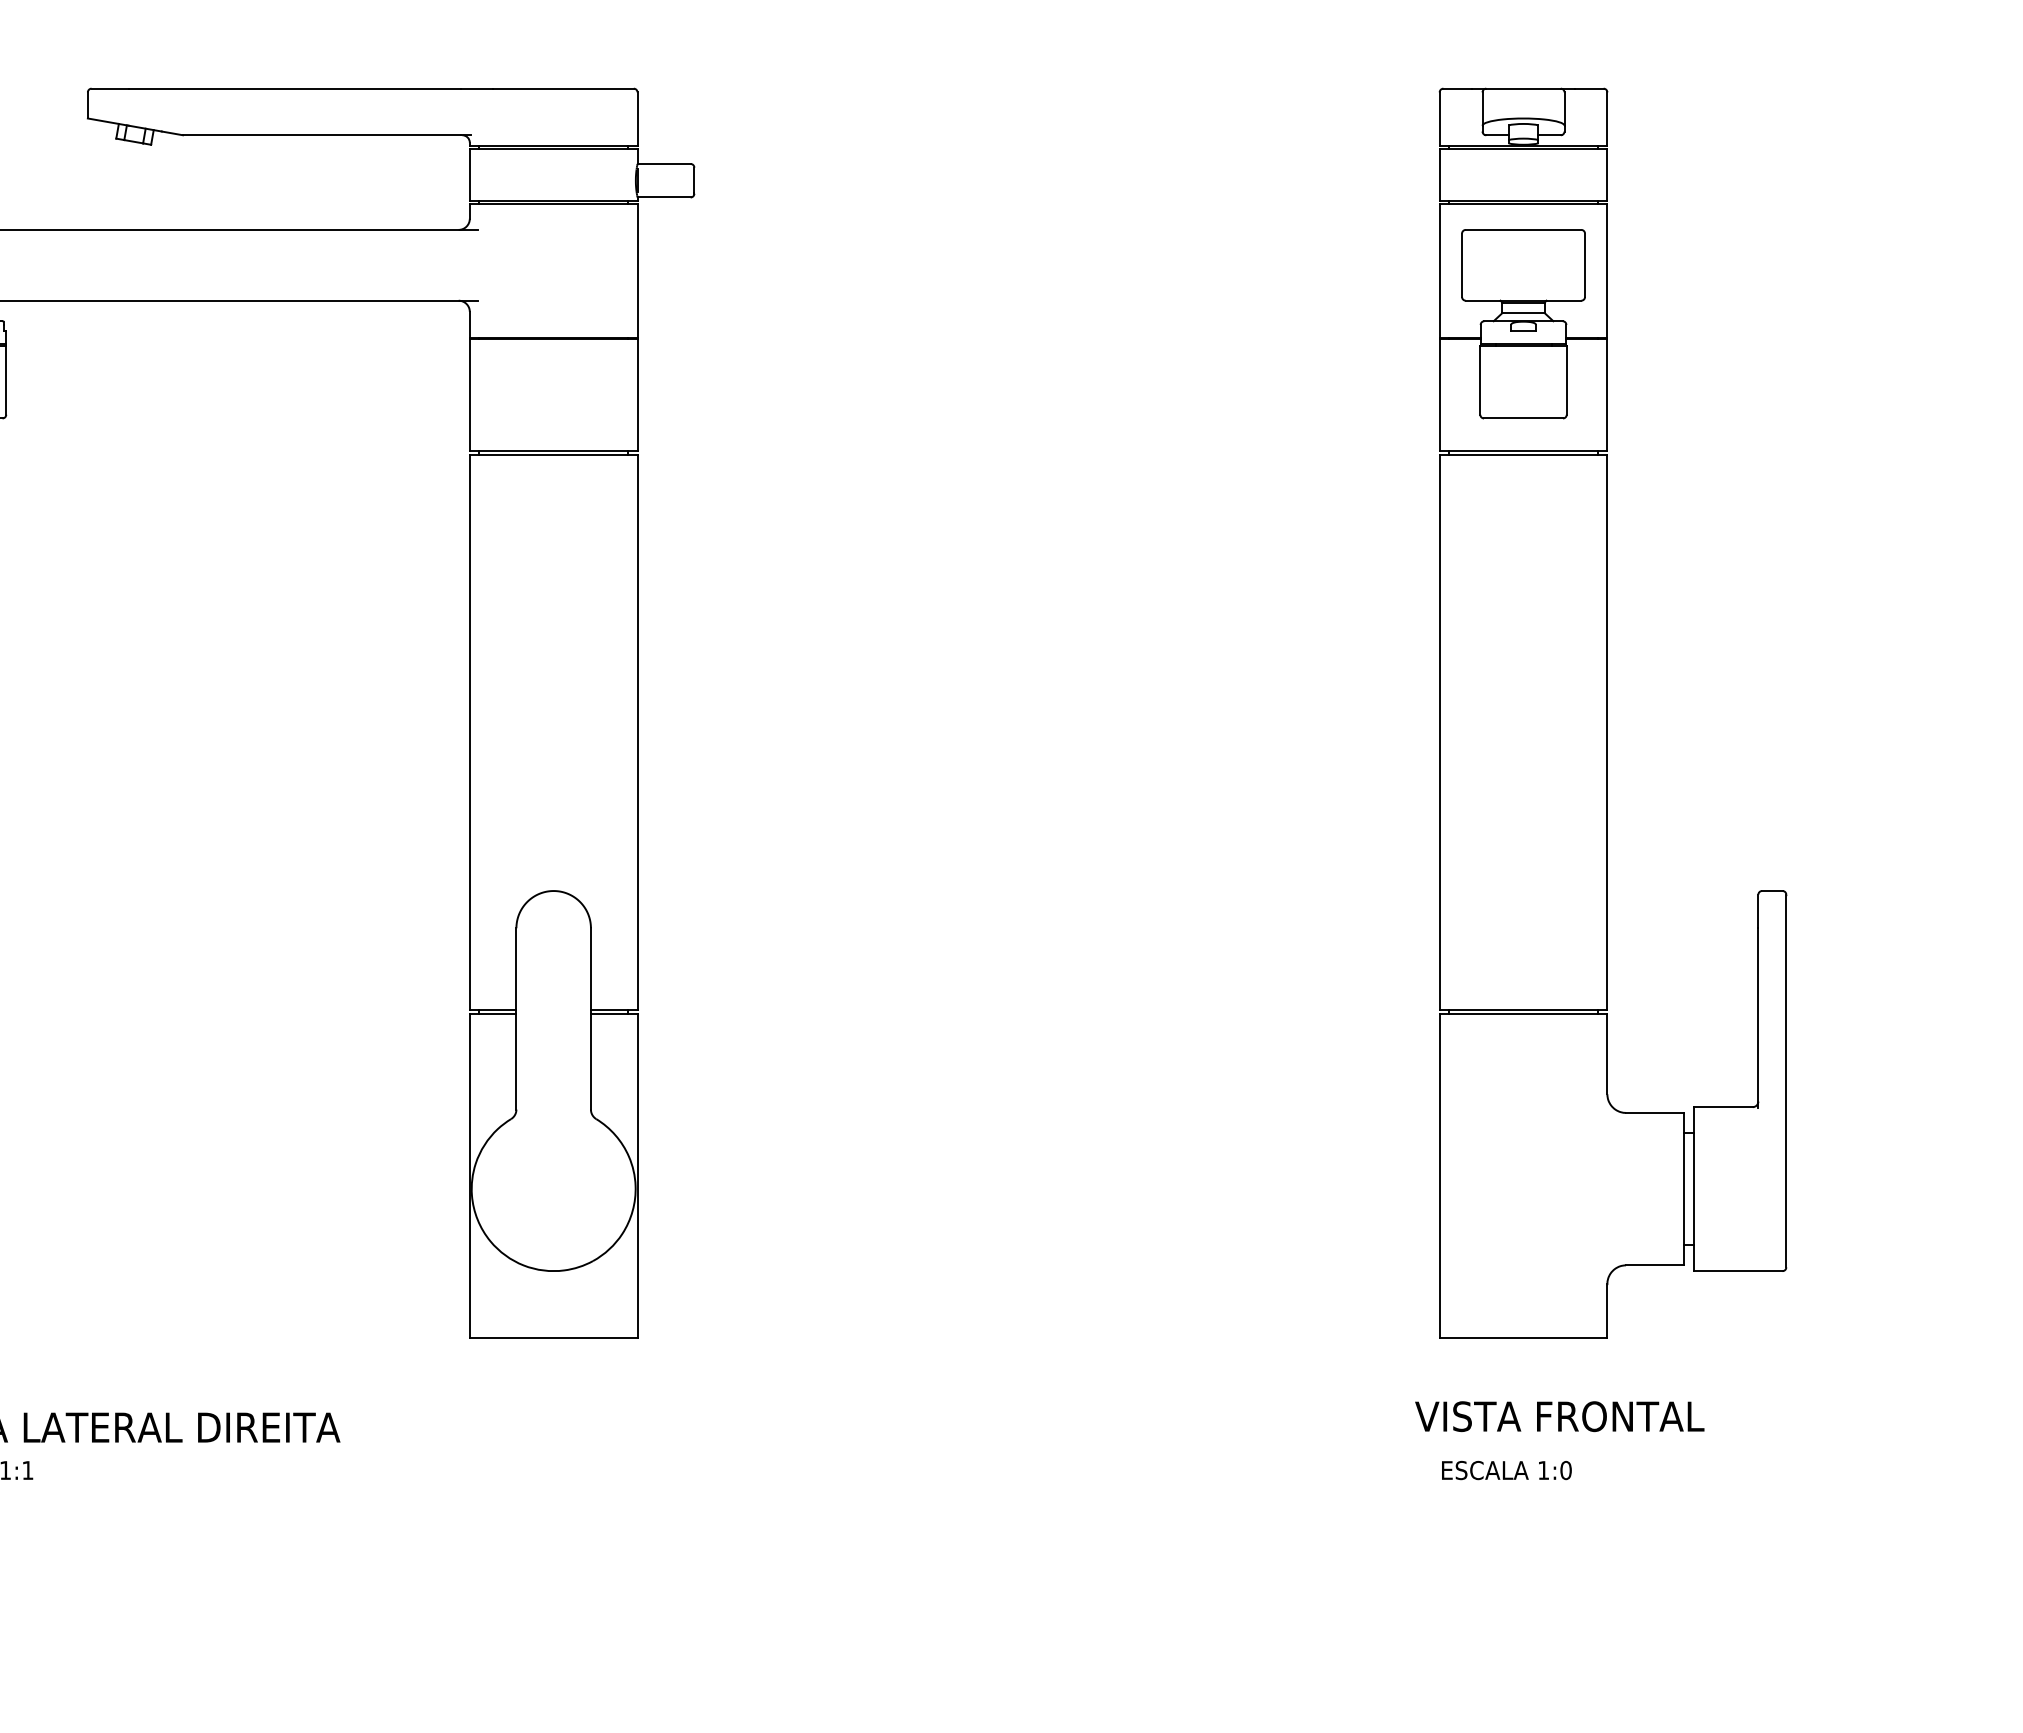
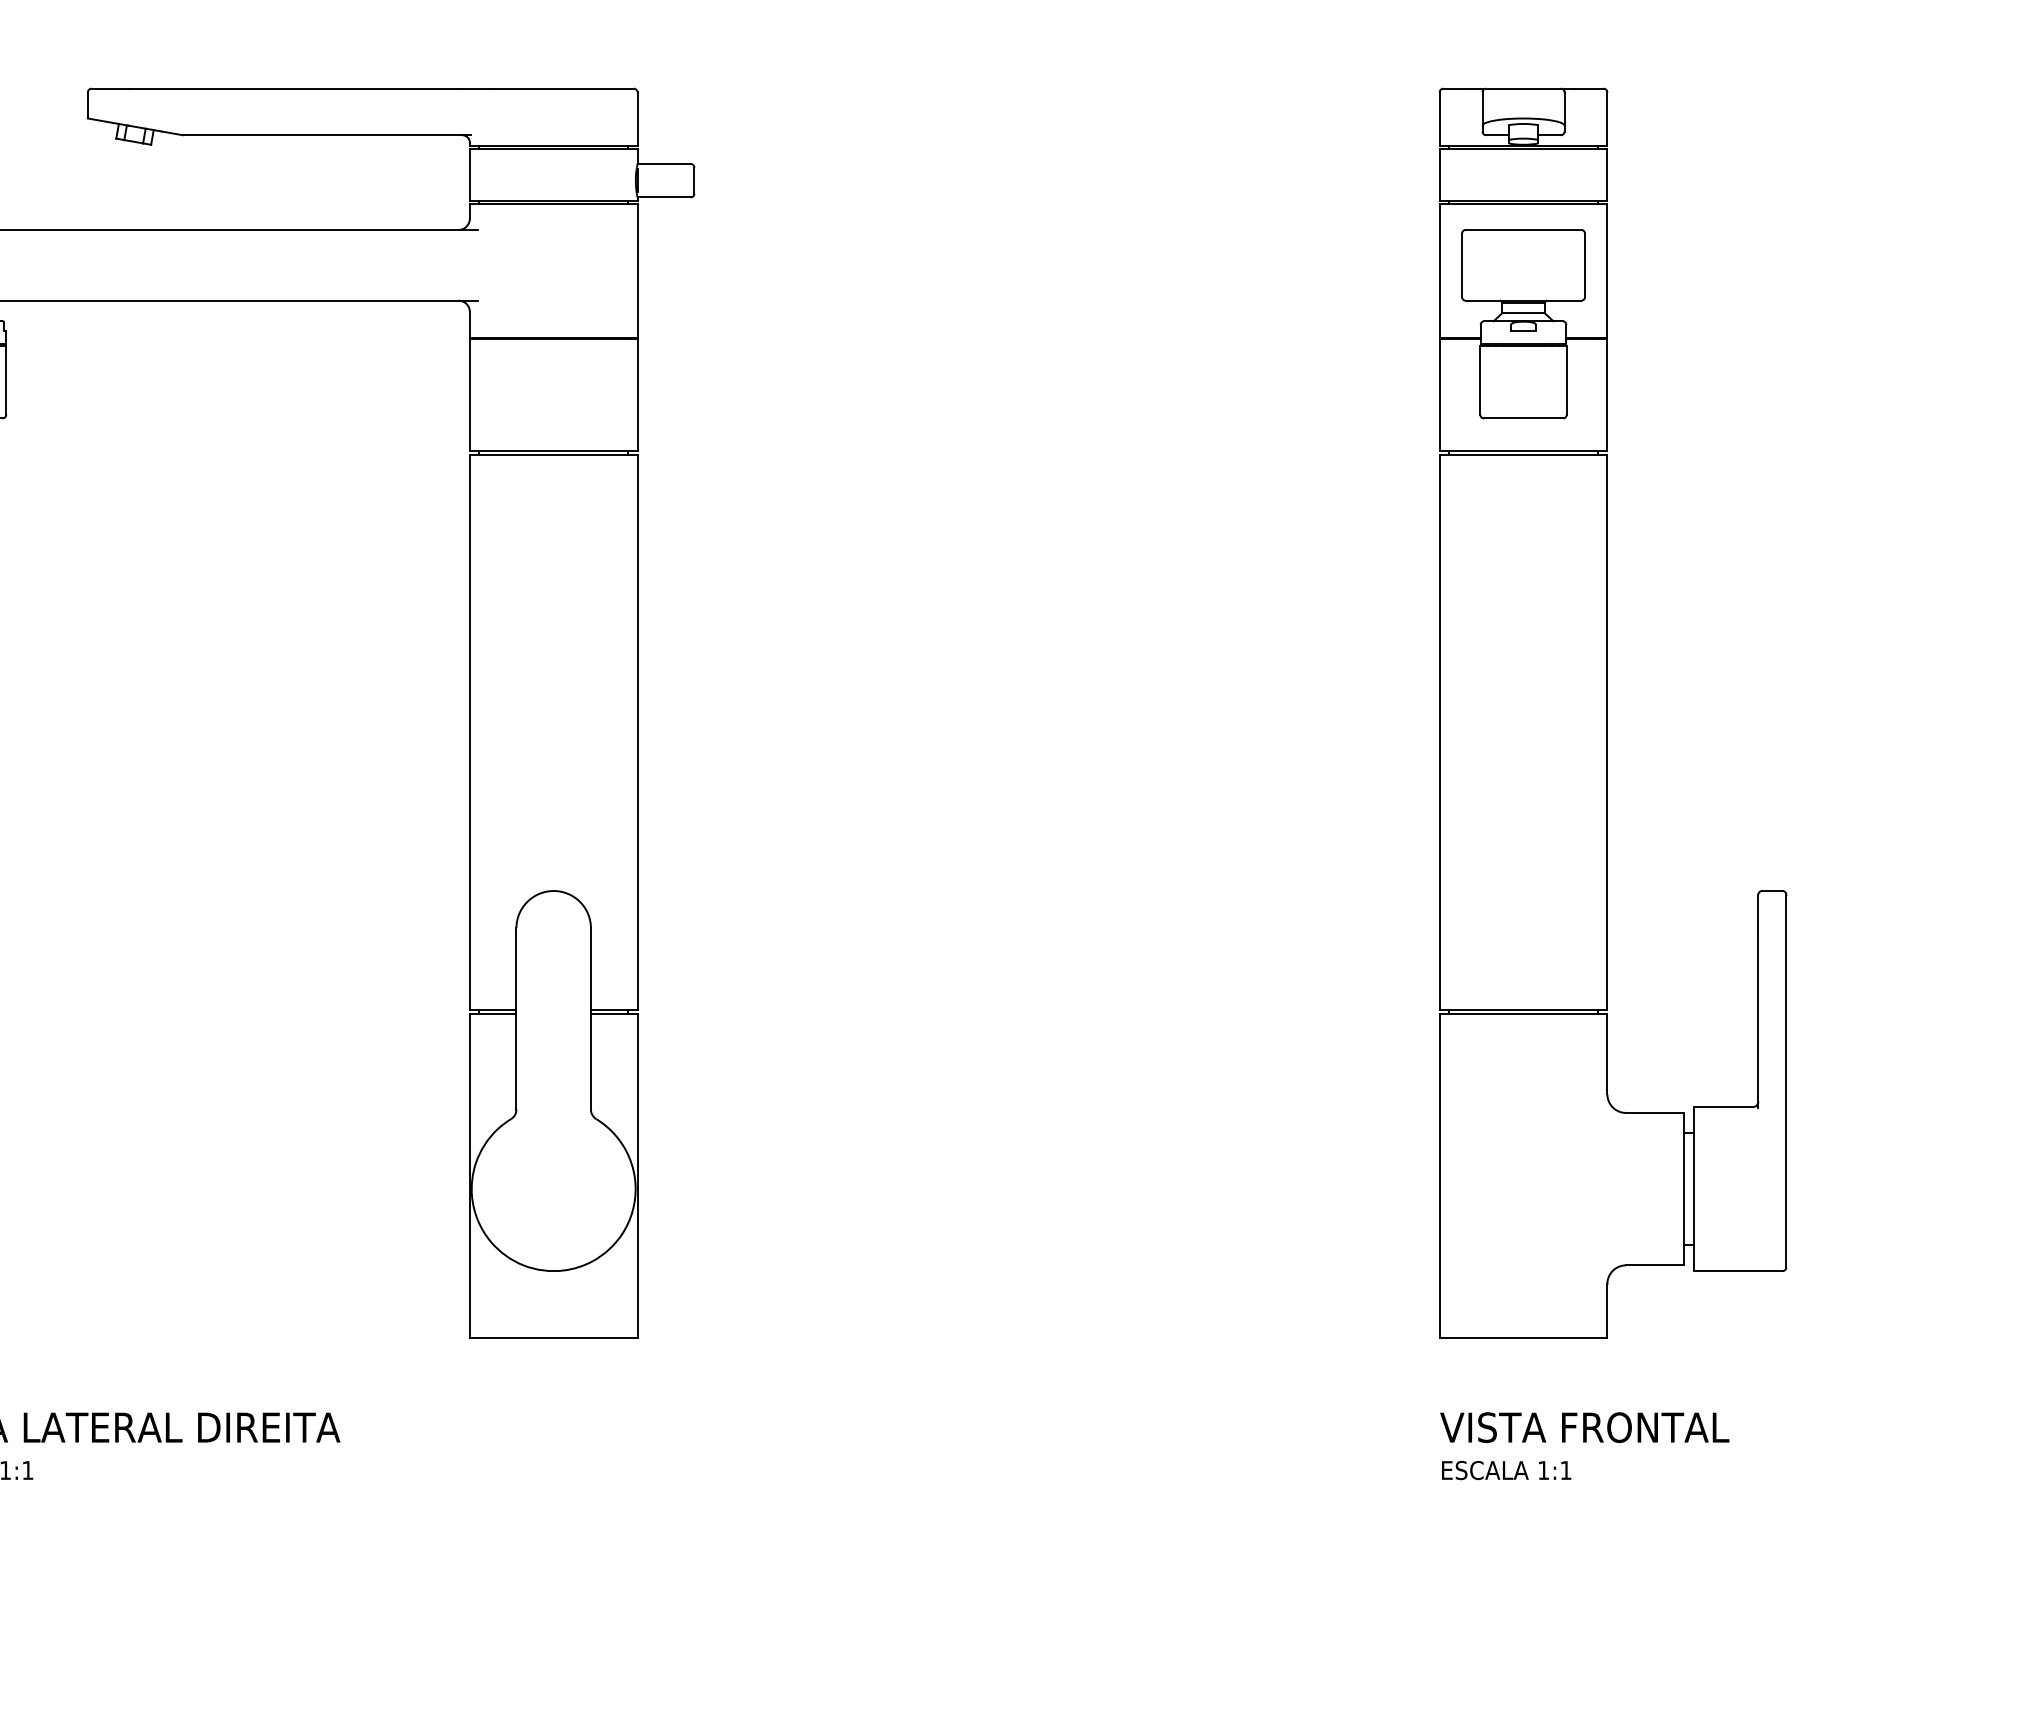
text at (1559, 1416) position: (1559, 1416) -> (1584, 1427)
text at (1565, 1470): 1:0 -> 1:1
